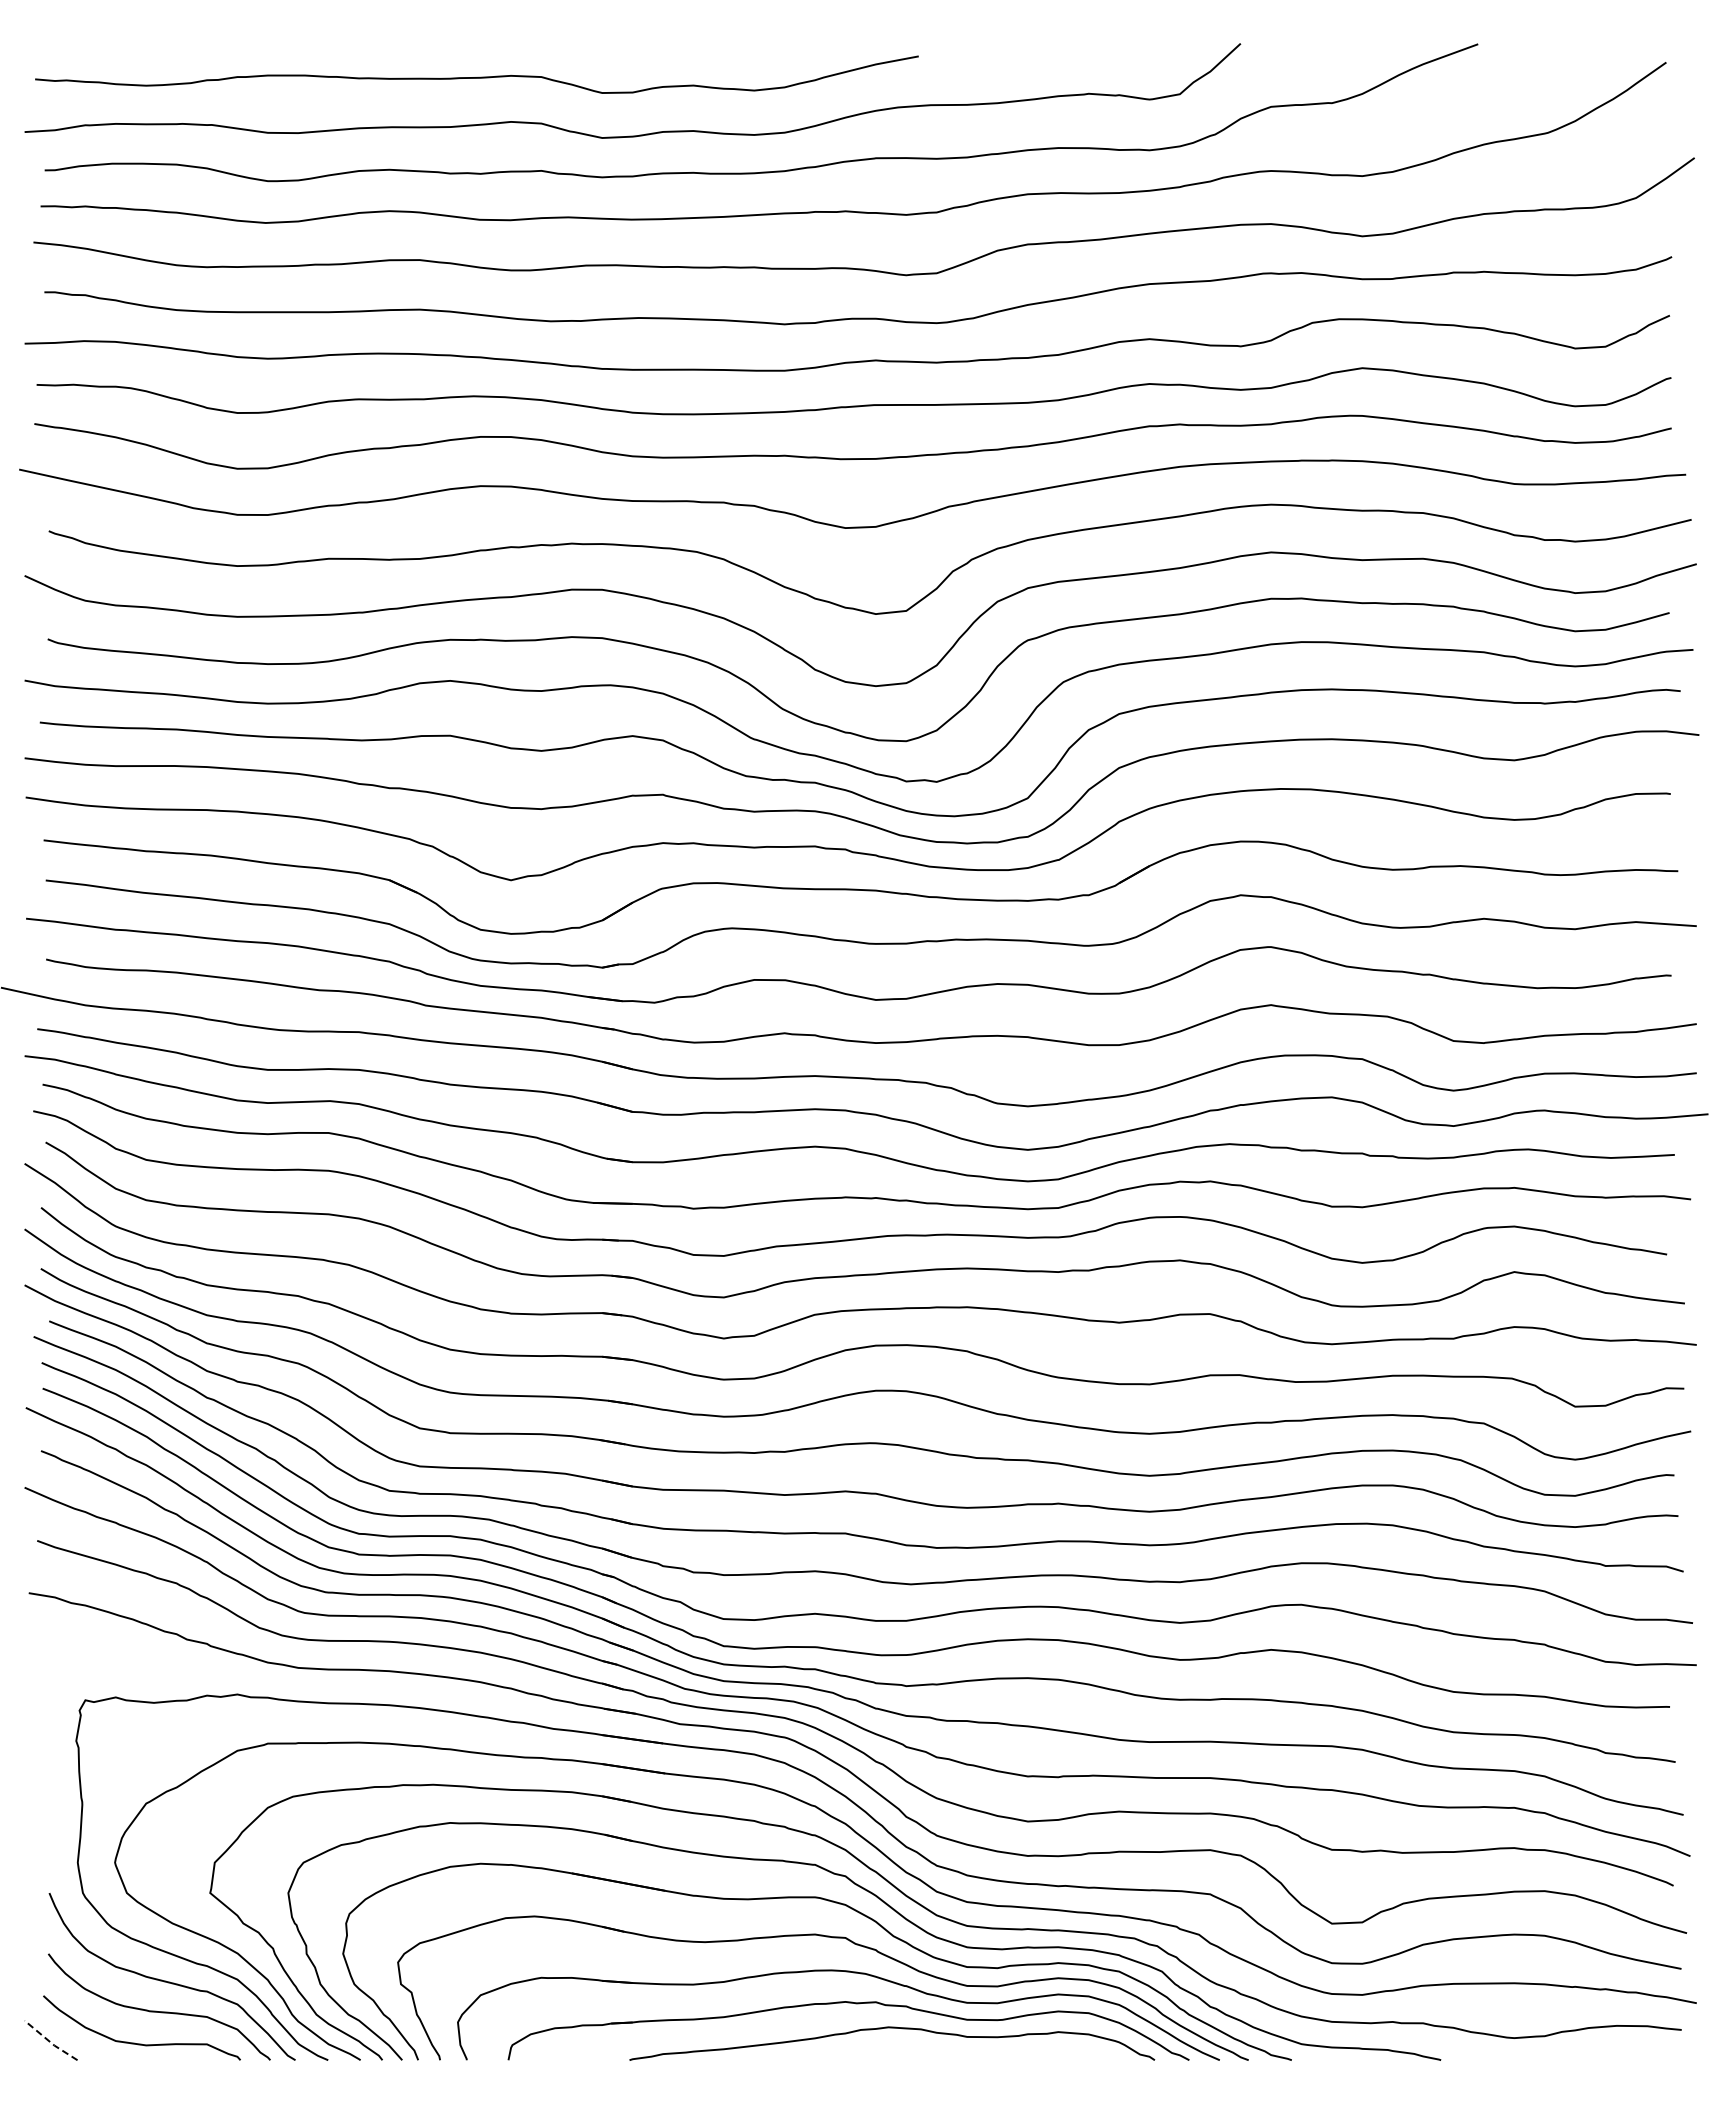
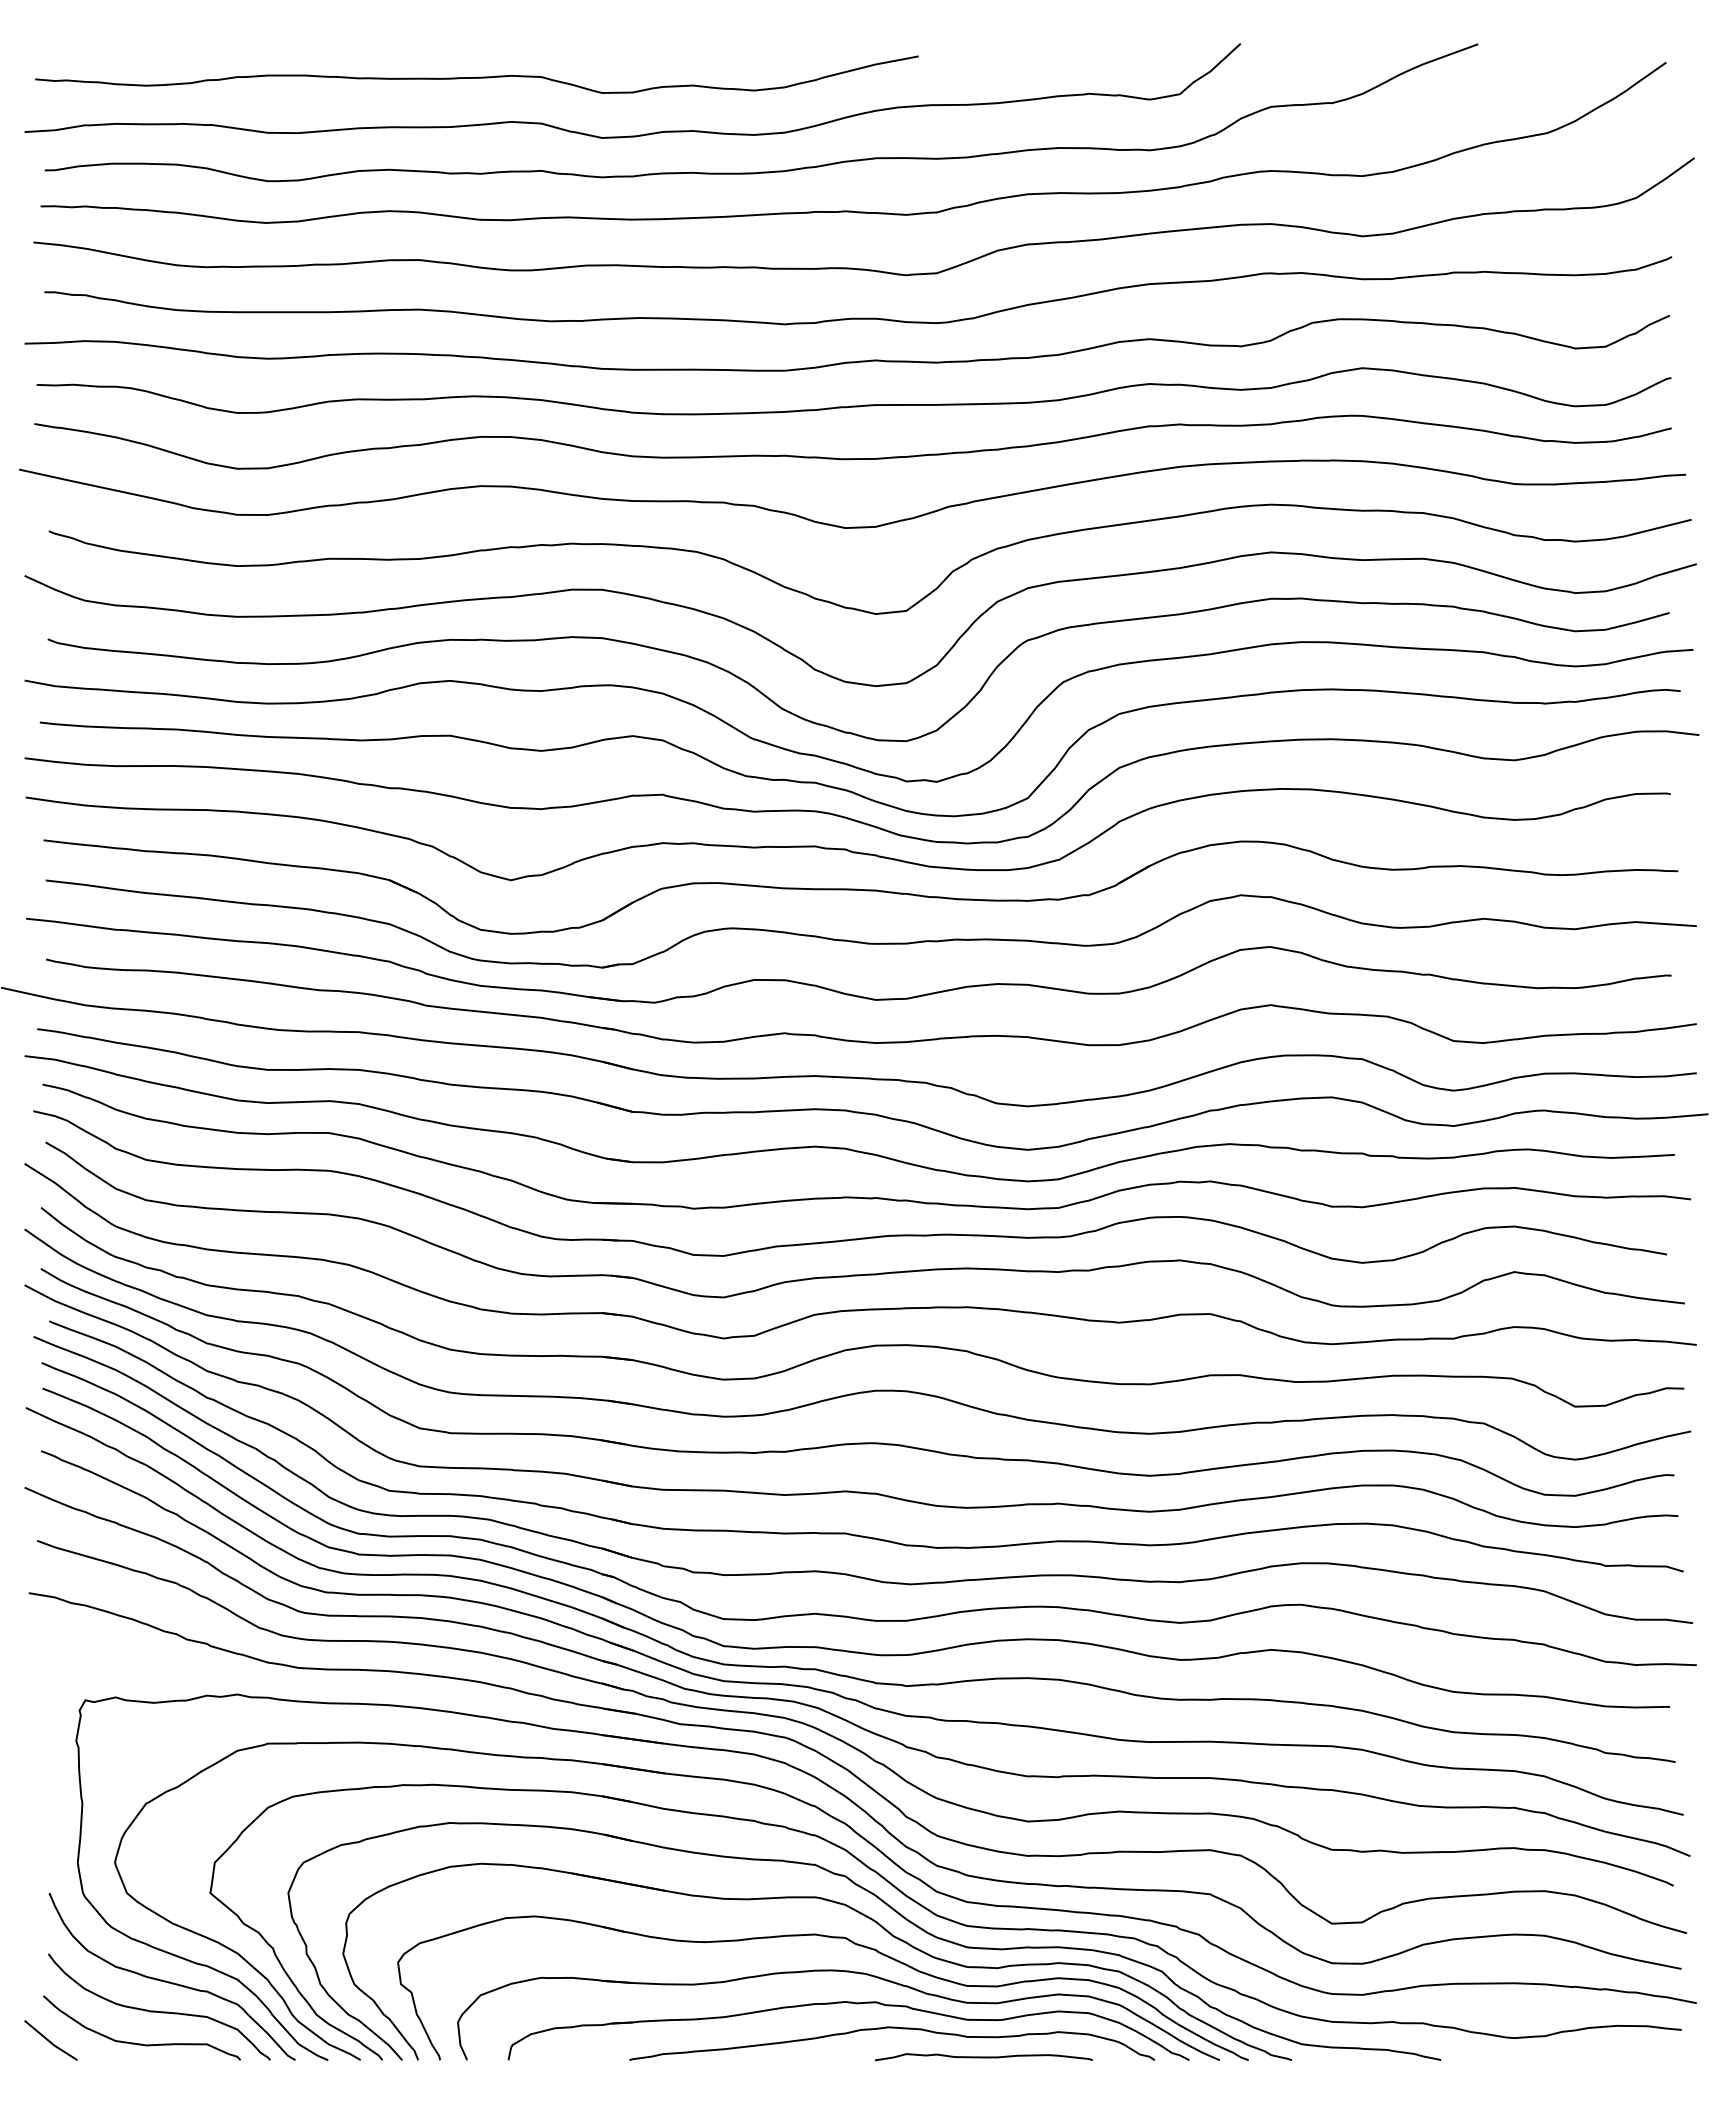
line at (50, 2042): dashed -> solid
part at (983, 2057): none -> present
